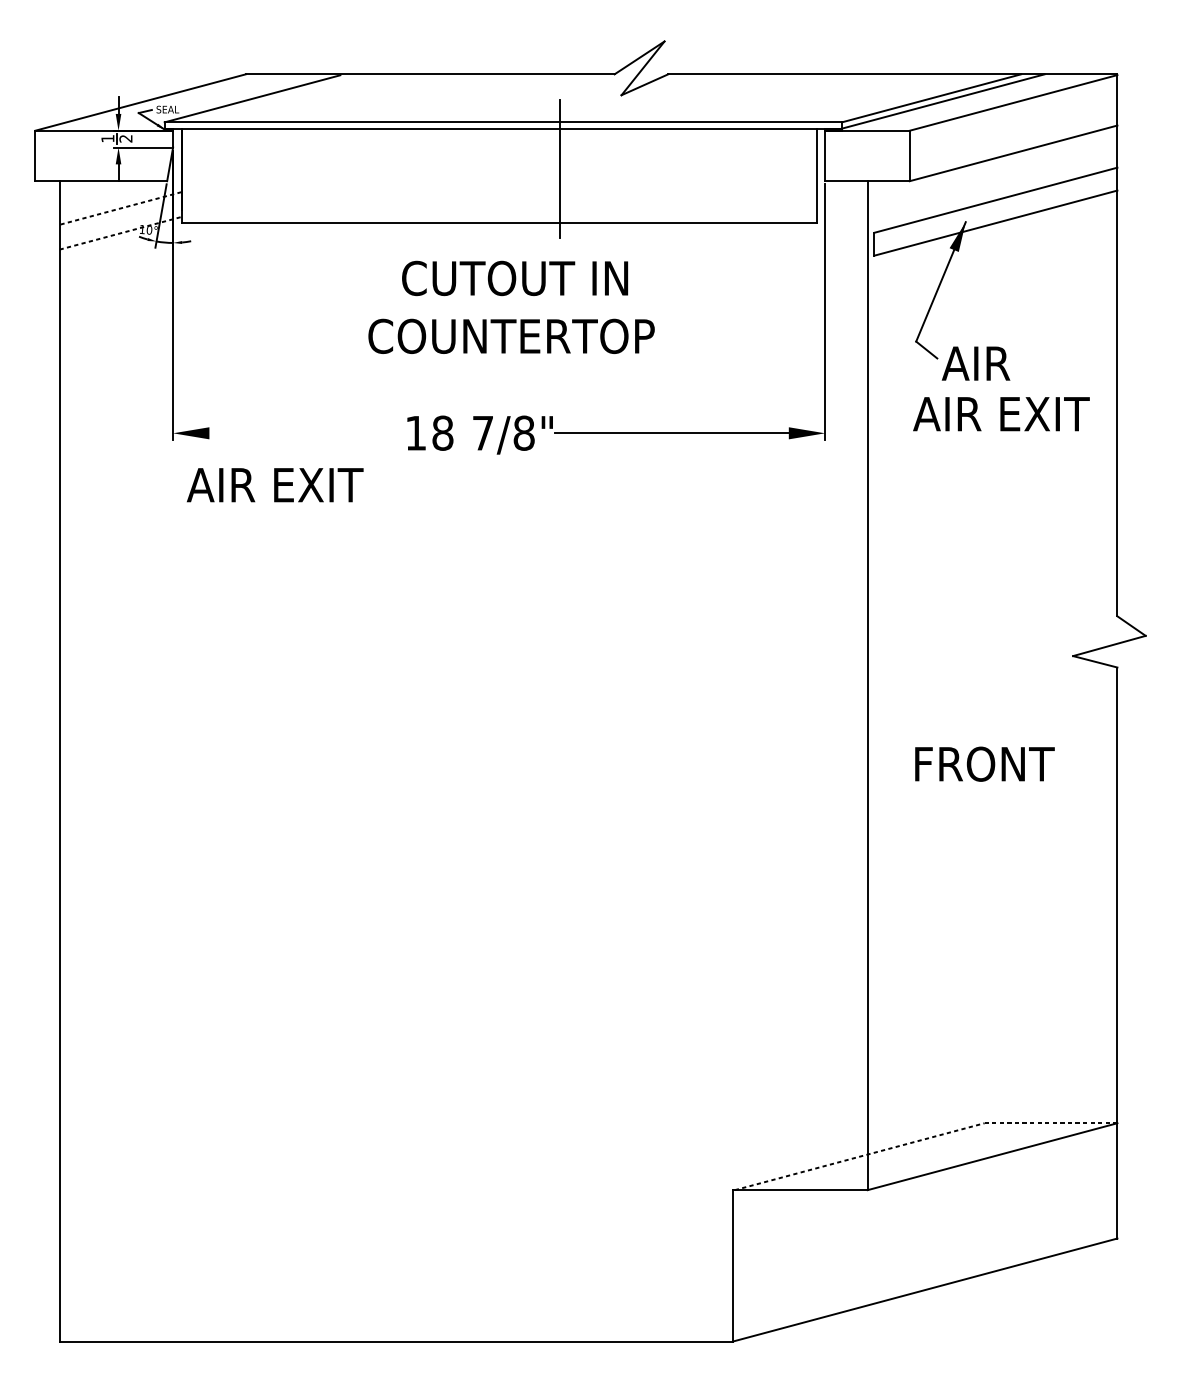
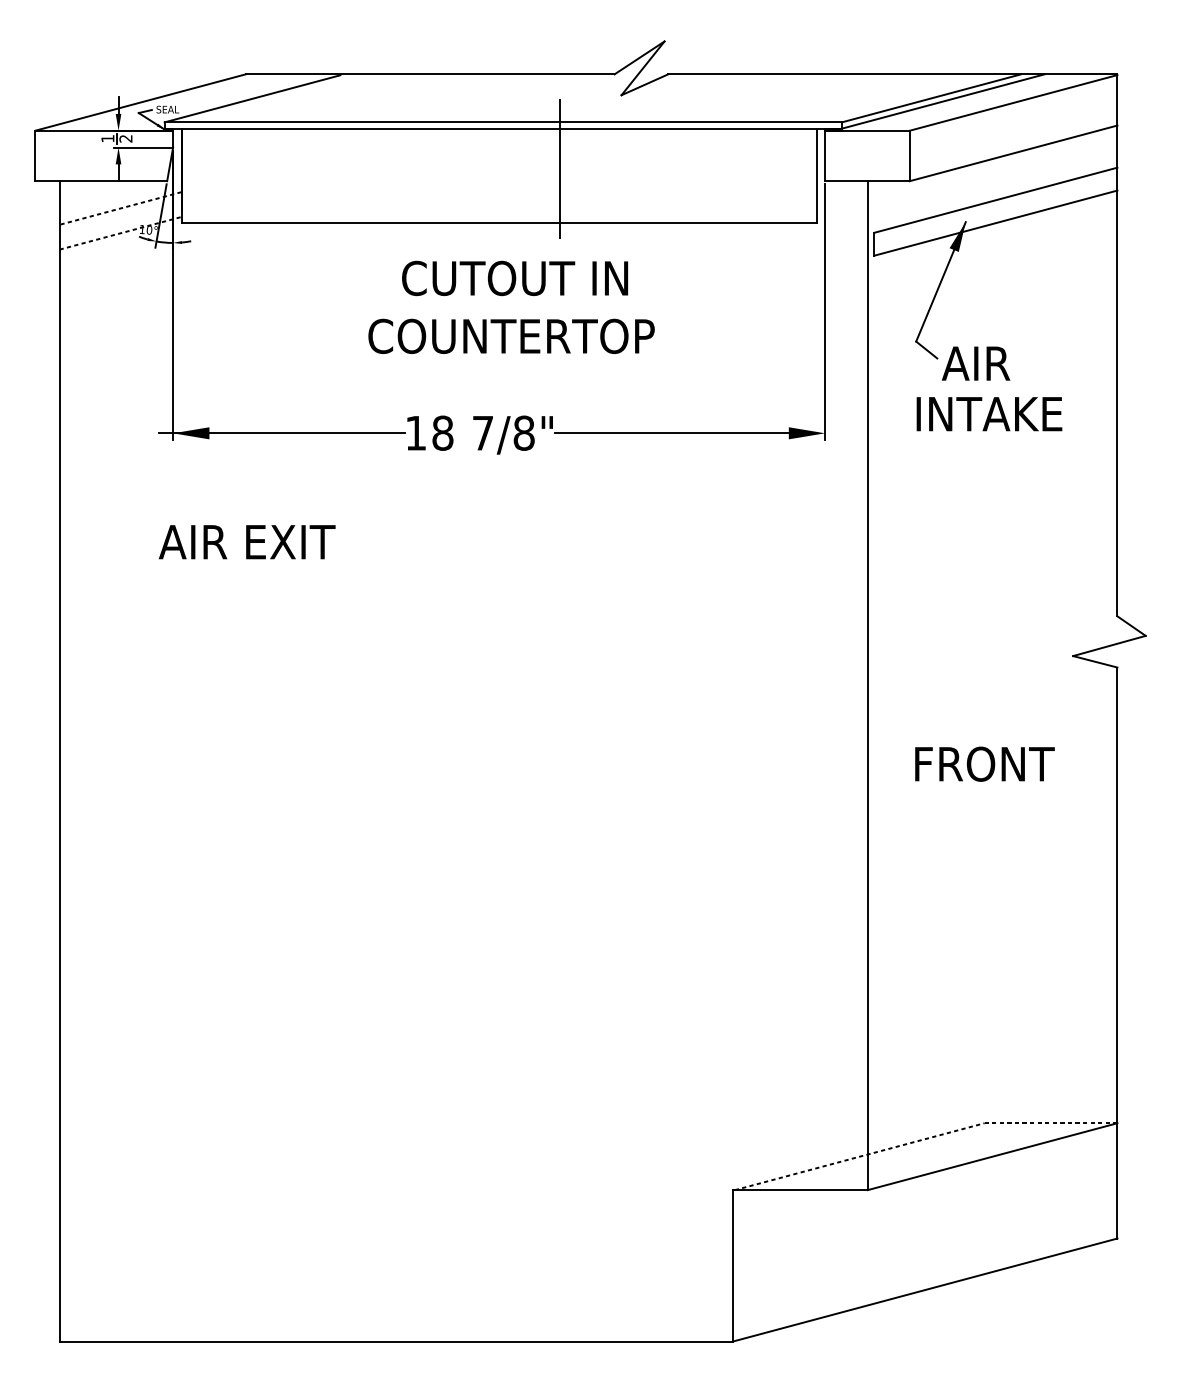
text at (1001, 414): AIR EXIT -> INTAKE
line at (282, 433): none -> present
text at (275, 485) position: (275, 485) -> (247, 542)
